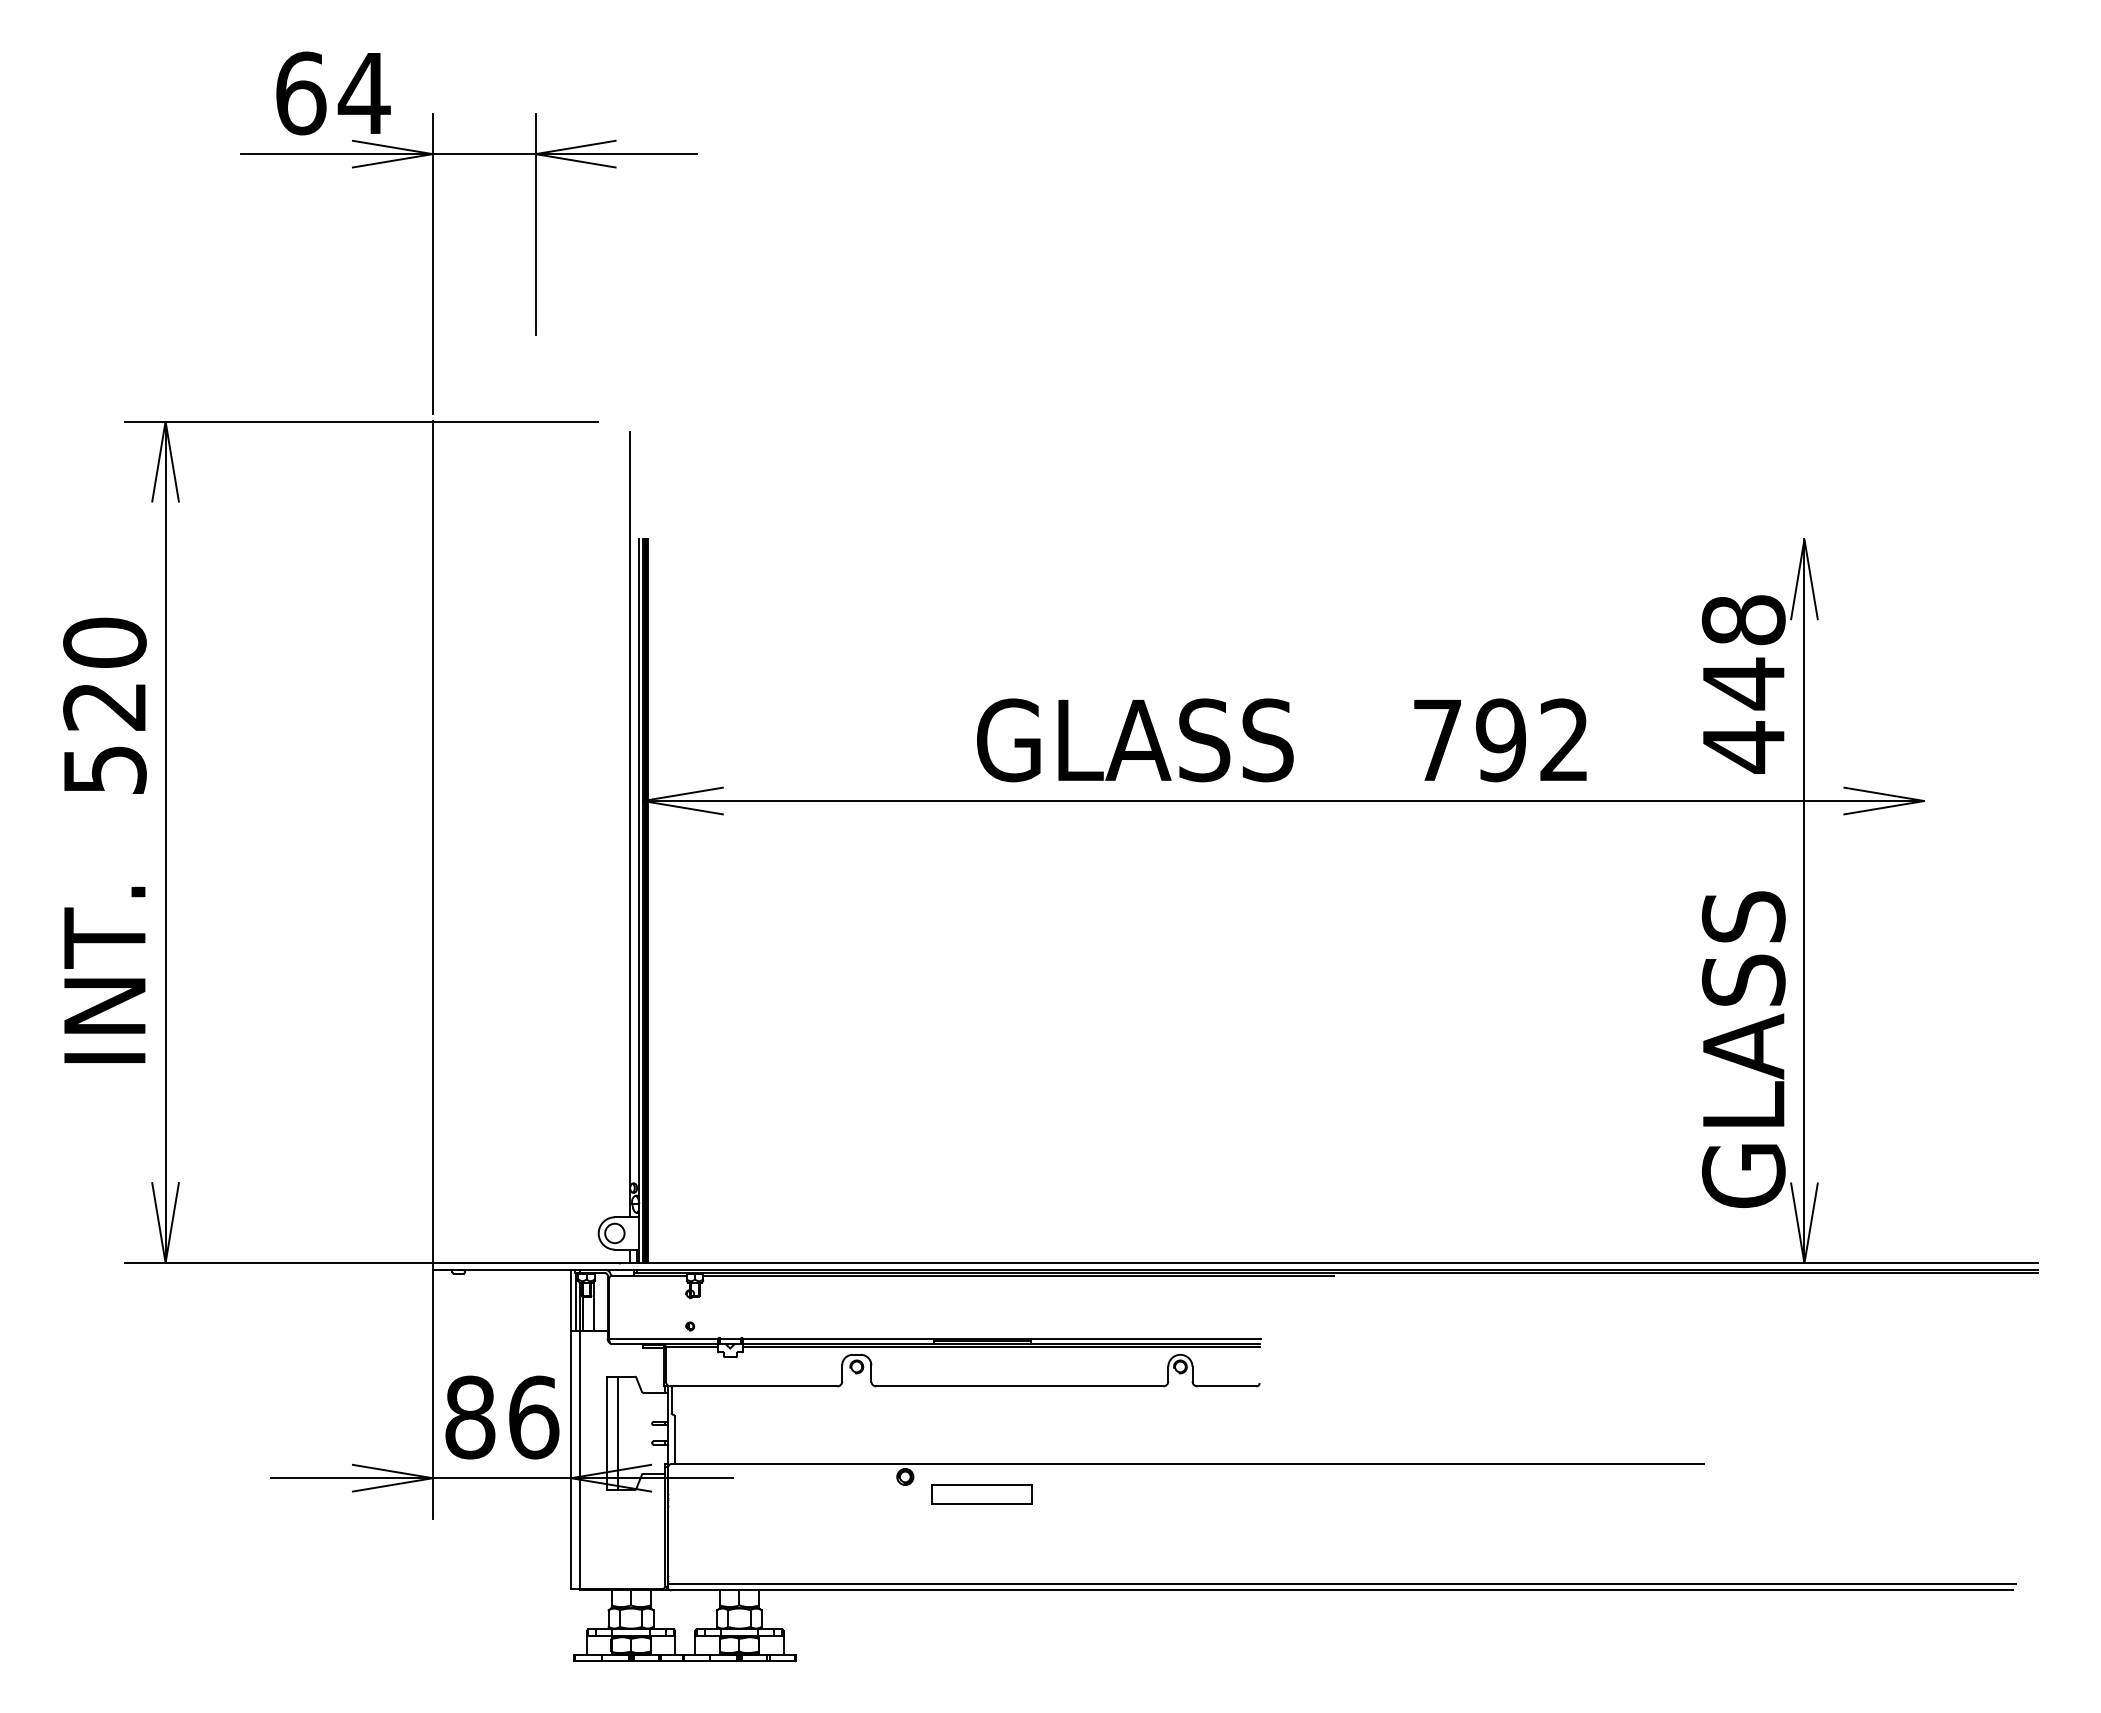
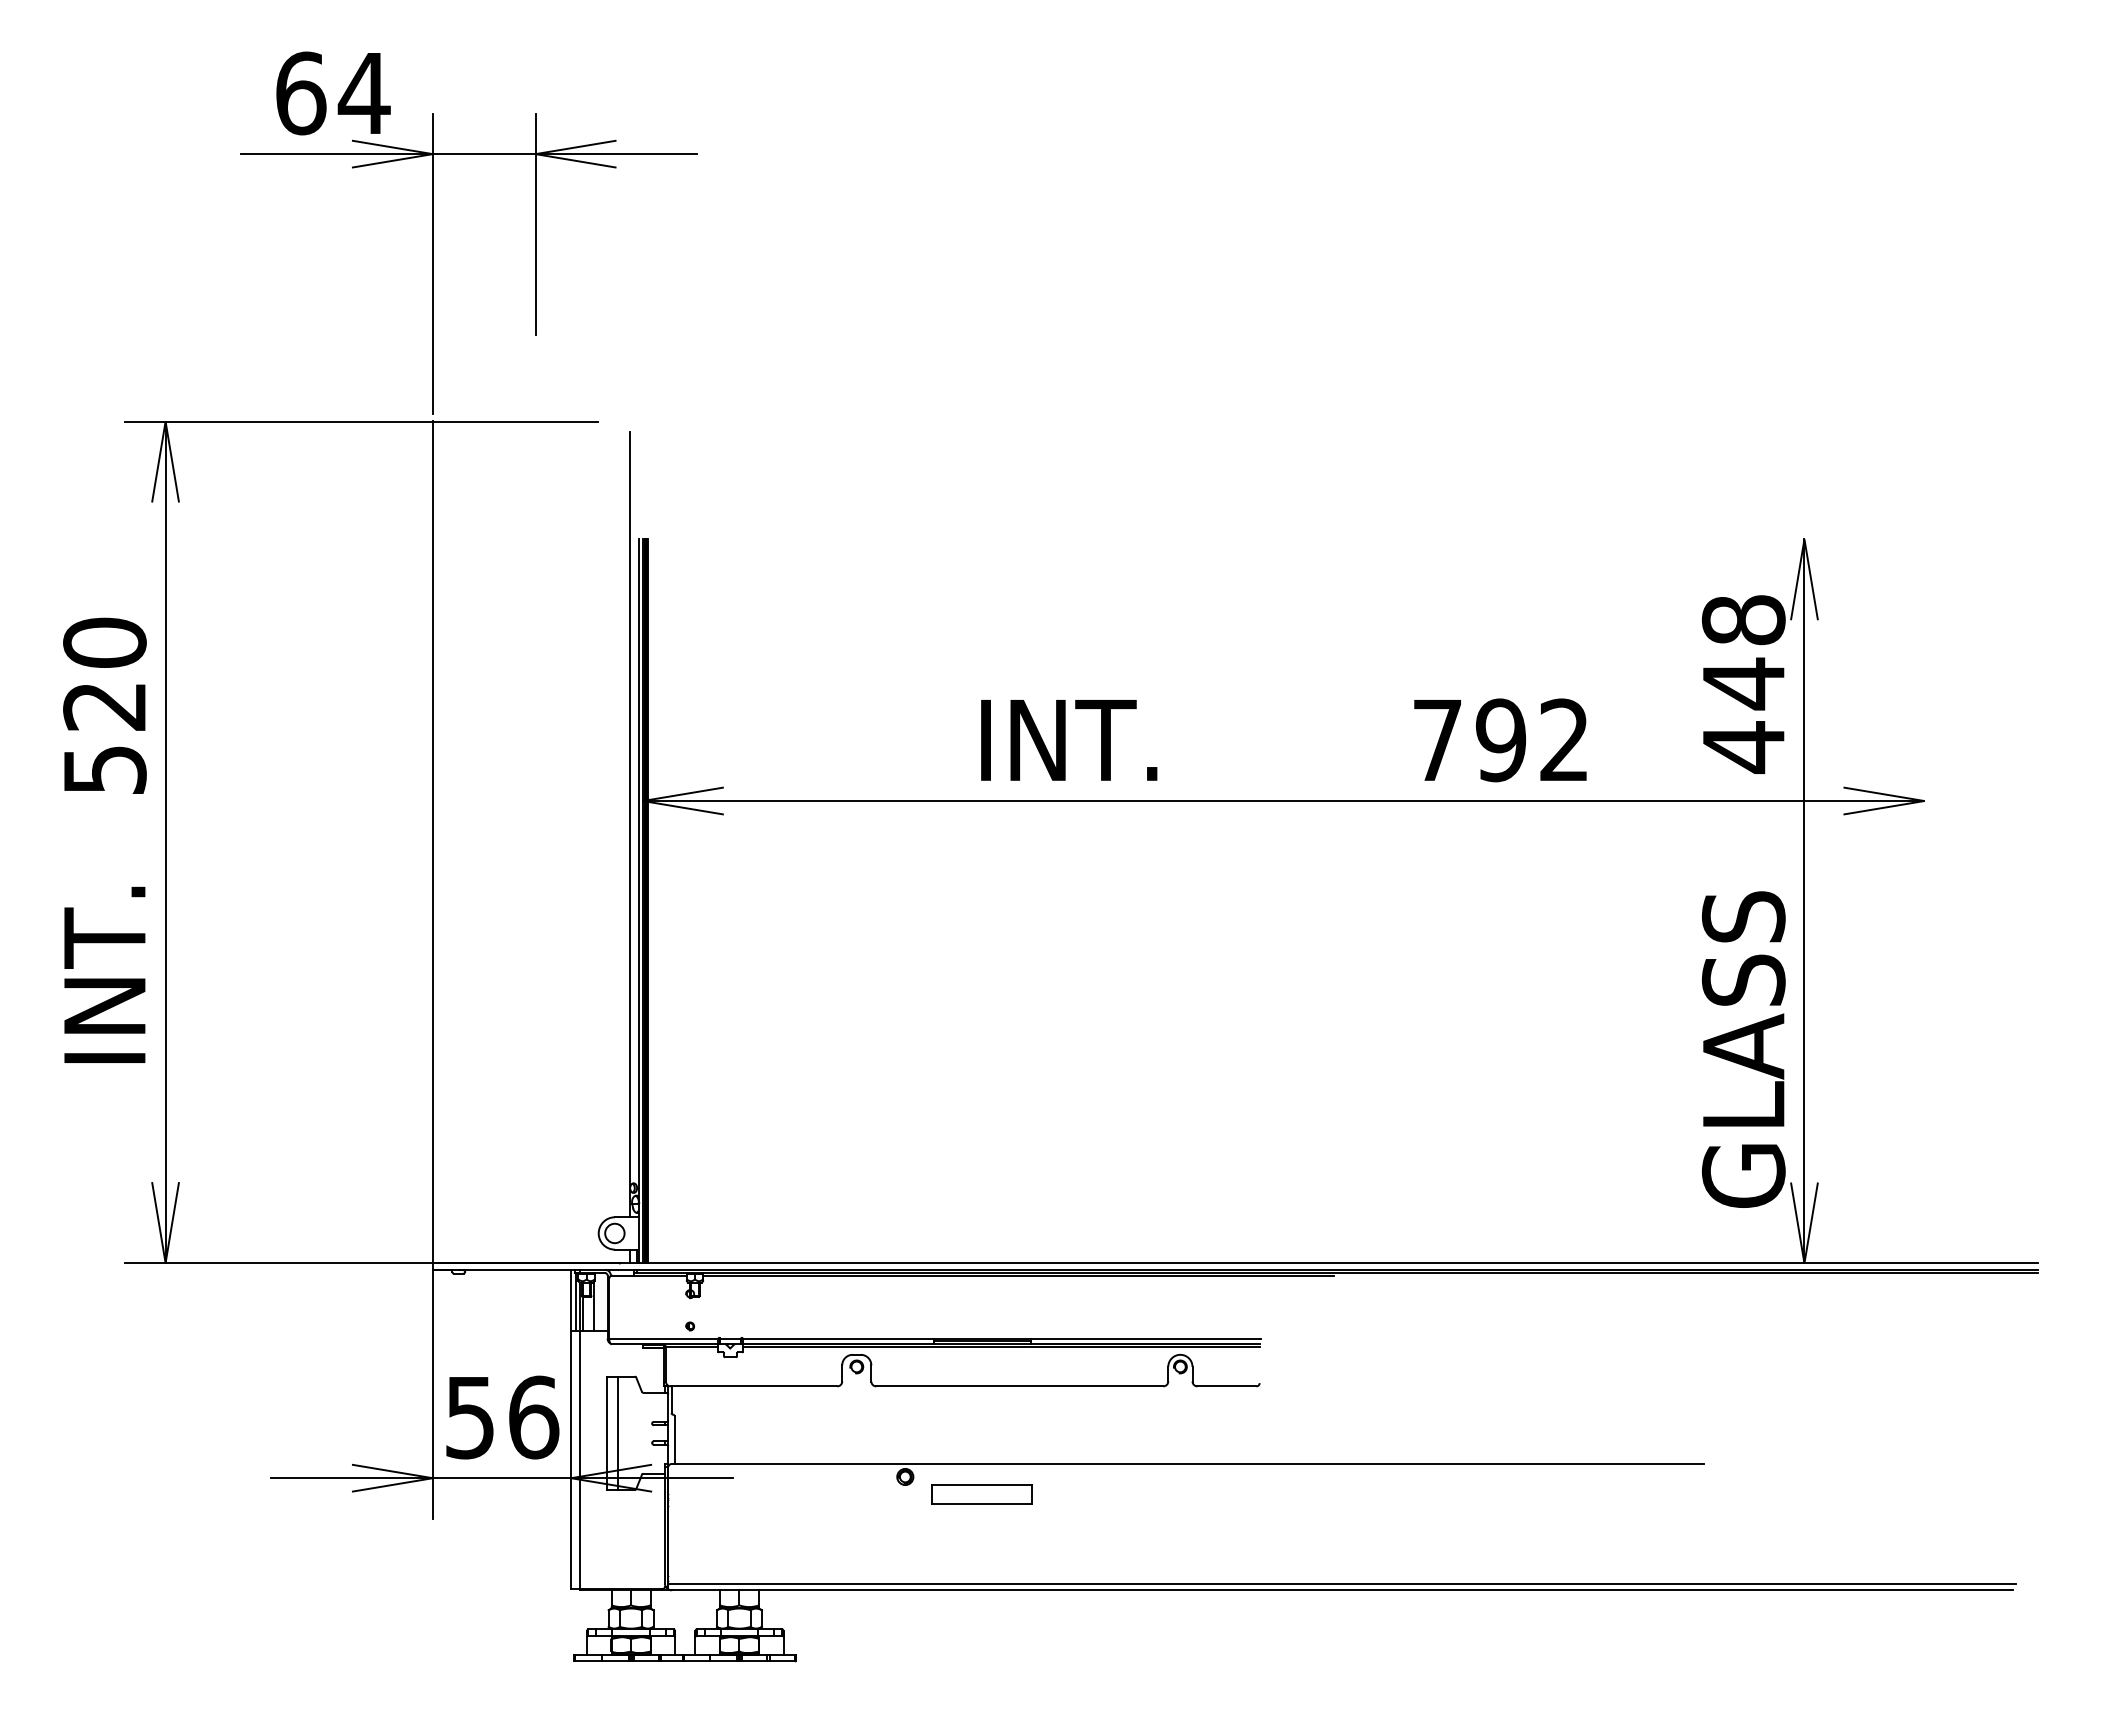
text at (1135, 740): GLASS -> INT.
text at (470, 1417): 86 -> 56
